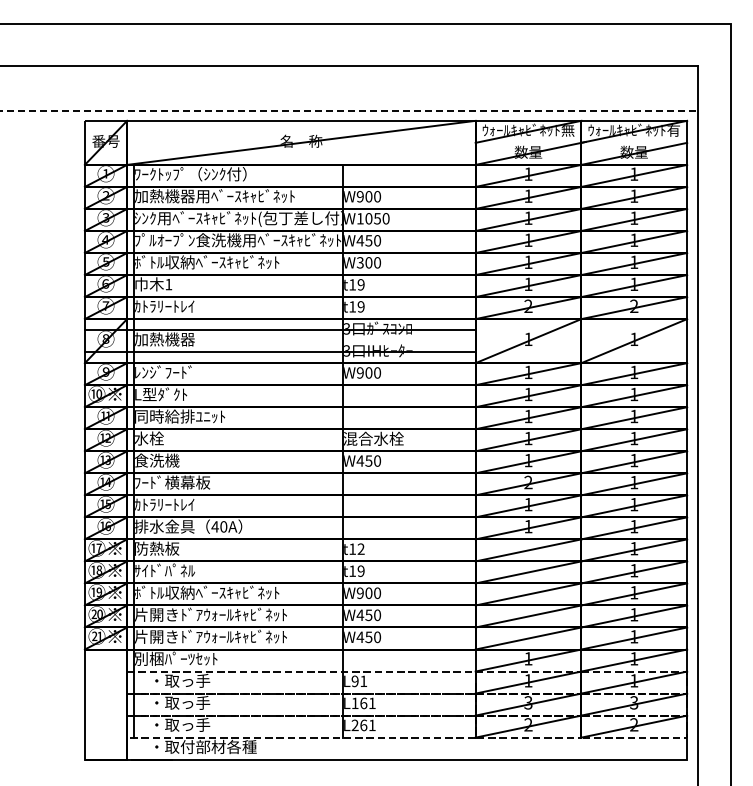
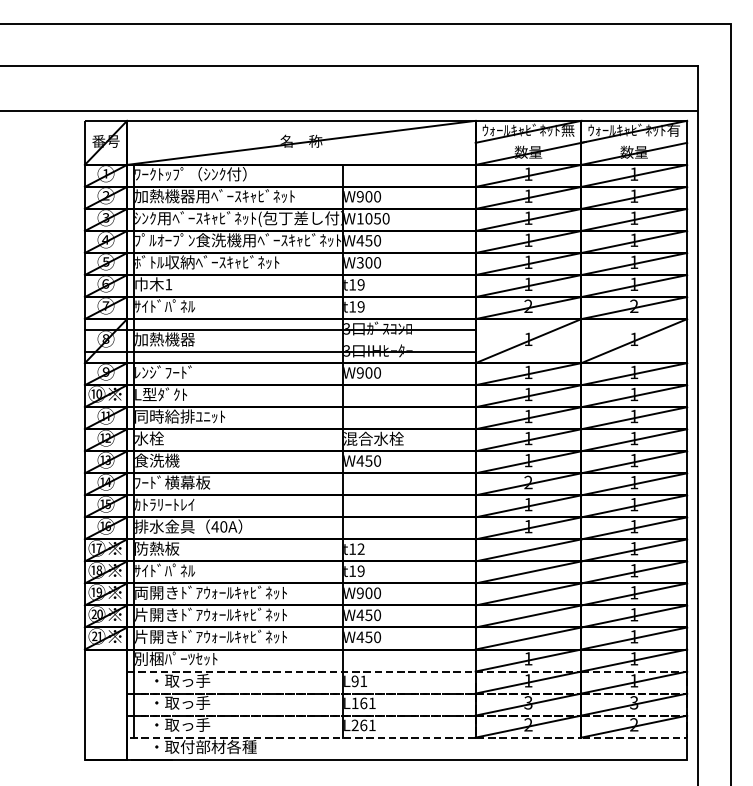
line at (349, 110): dashed -> solid
text at (164, 305): ｶﾄﾗﾘｰﾄﾚｲ -> ｻｲﾄﾞﾊﾟﾈﾙ
text at (210, 592): ﾎﾞﾄﾙ収納ﾍﾞｰｽｷｬﾋﾞﾈｯﾄ -> 両開きﾄﾞｱｳｫｰﾙｷｬﾋﾞﾈｯﾄ
